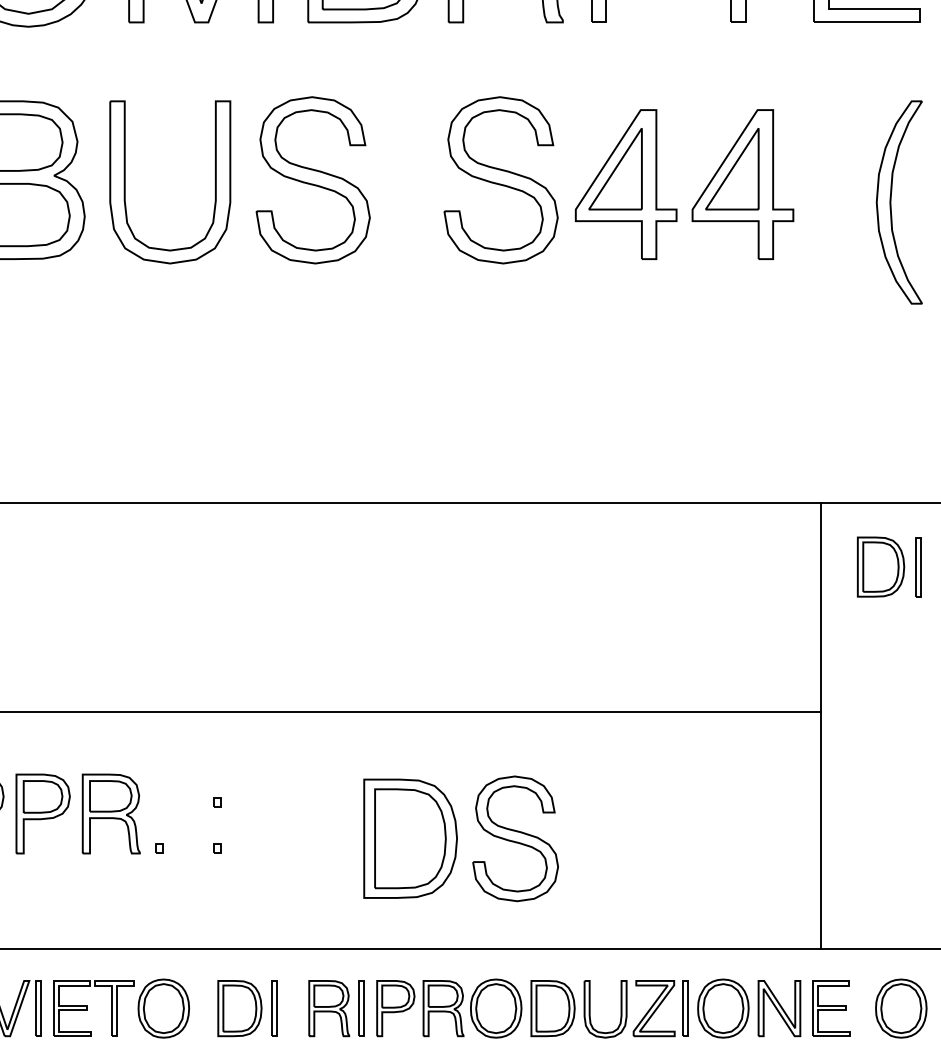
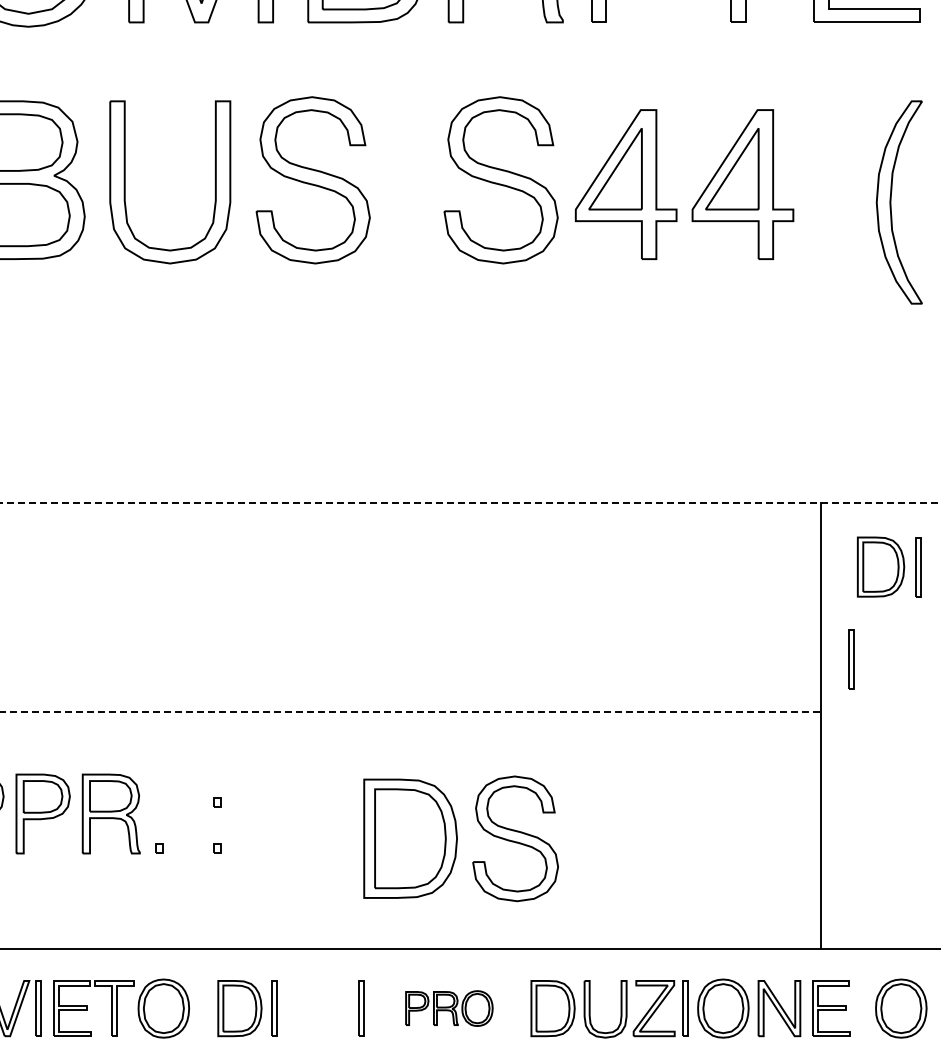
line at (470, 502): solid -> dashed
part at (851, 659): none -> present
line at (410, 711): solid -> dashed
part at (329, 1008): present -> none
part at (449, 1008) size: 147x61 px -> 89x37 px
